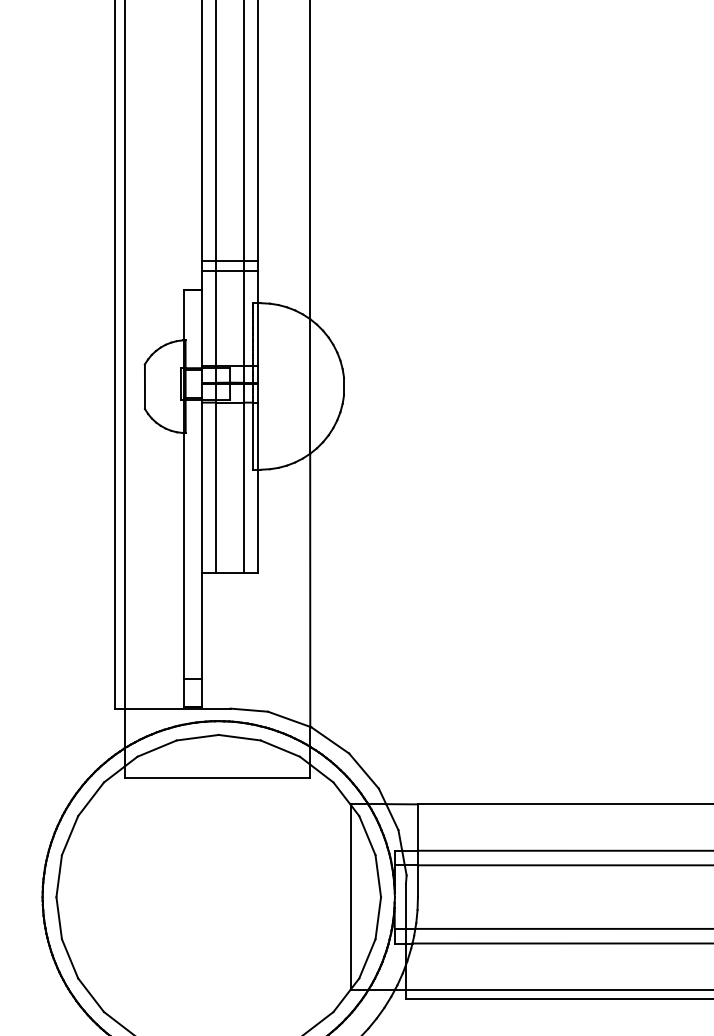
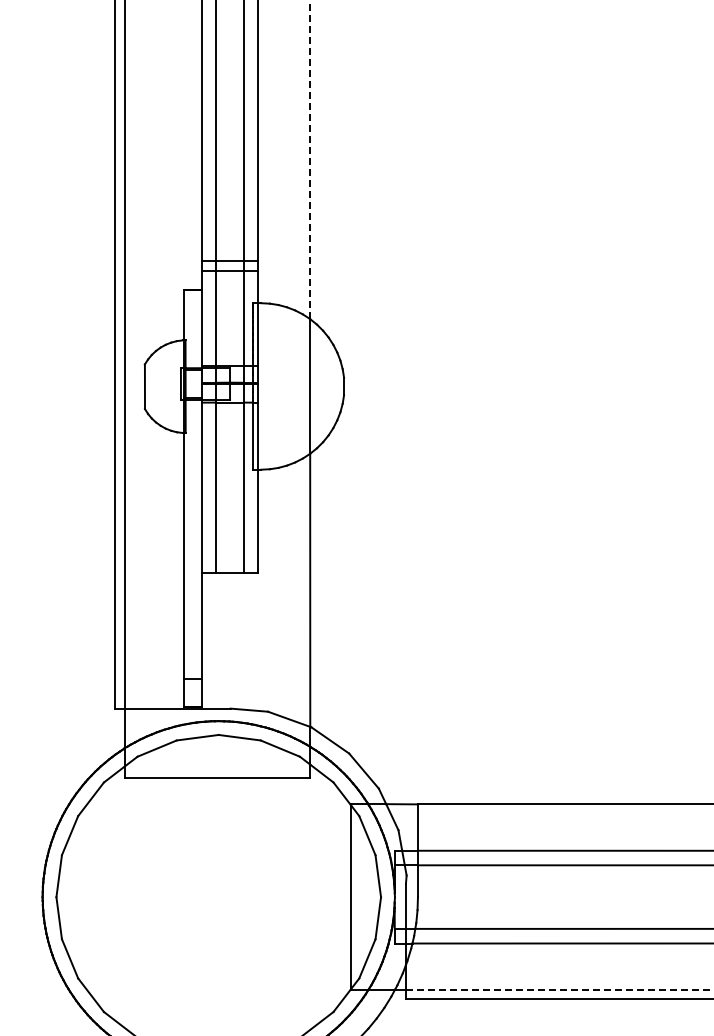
line at (310, 159): solid -> dashed
line at (559, 989): solid -> dashed
